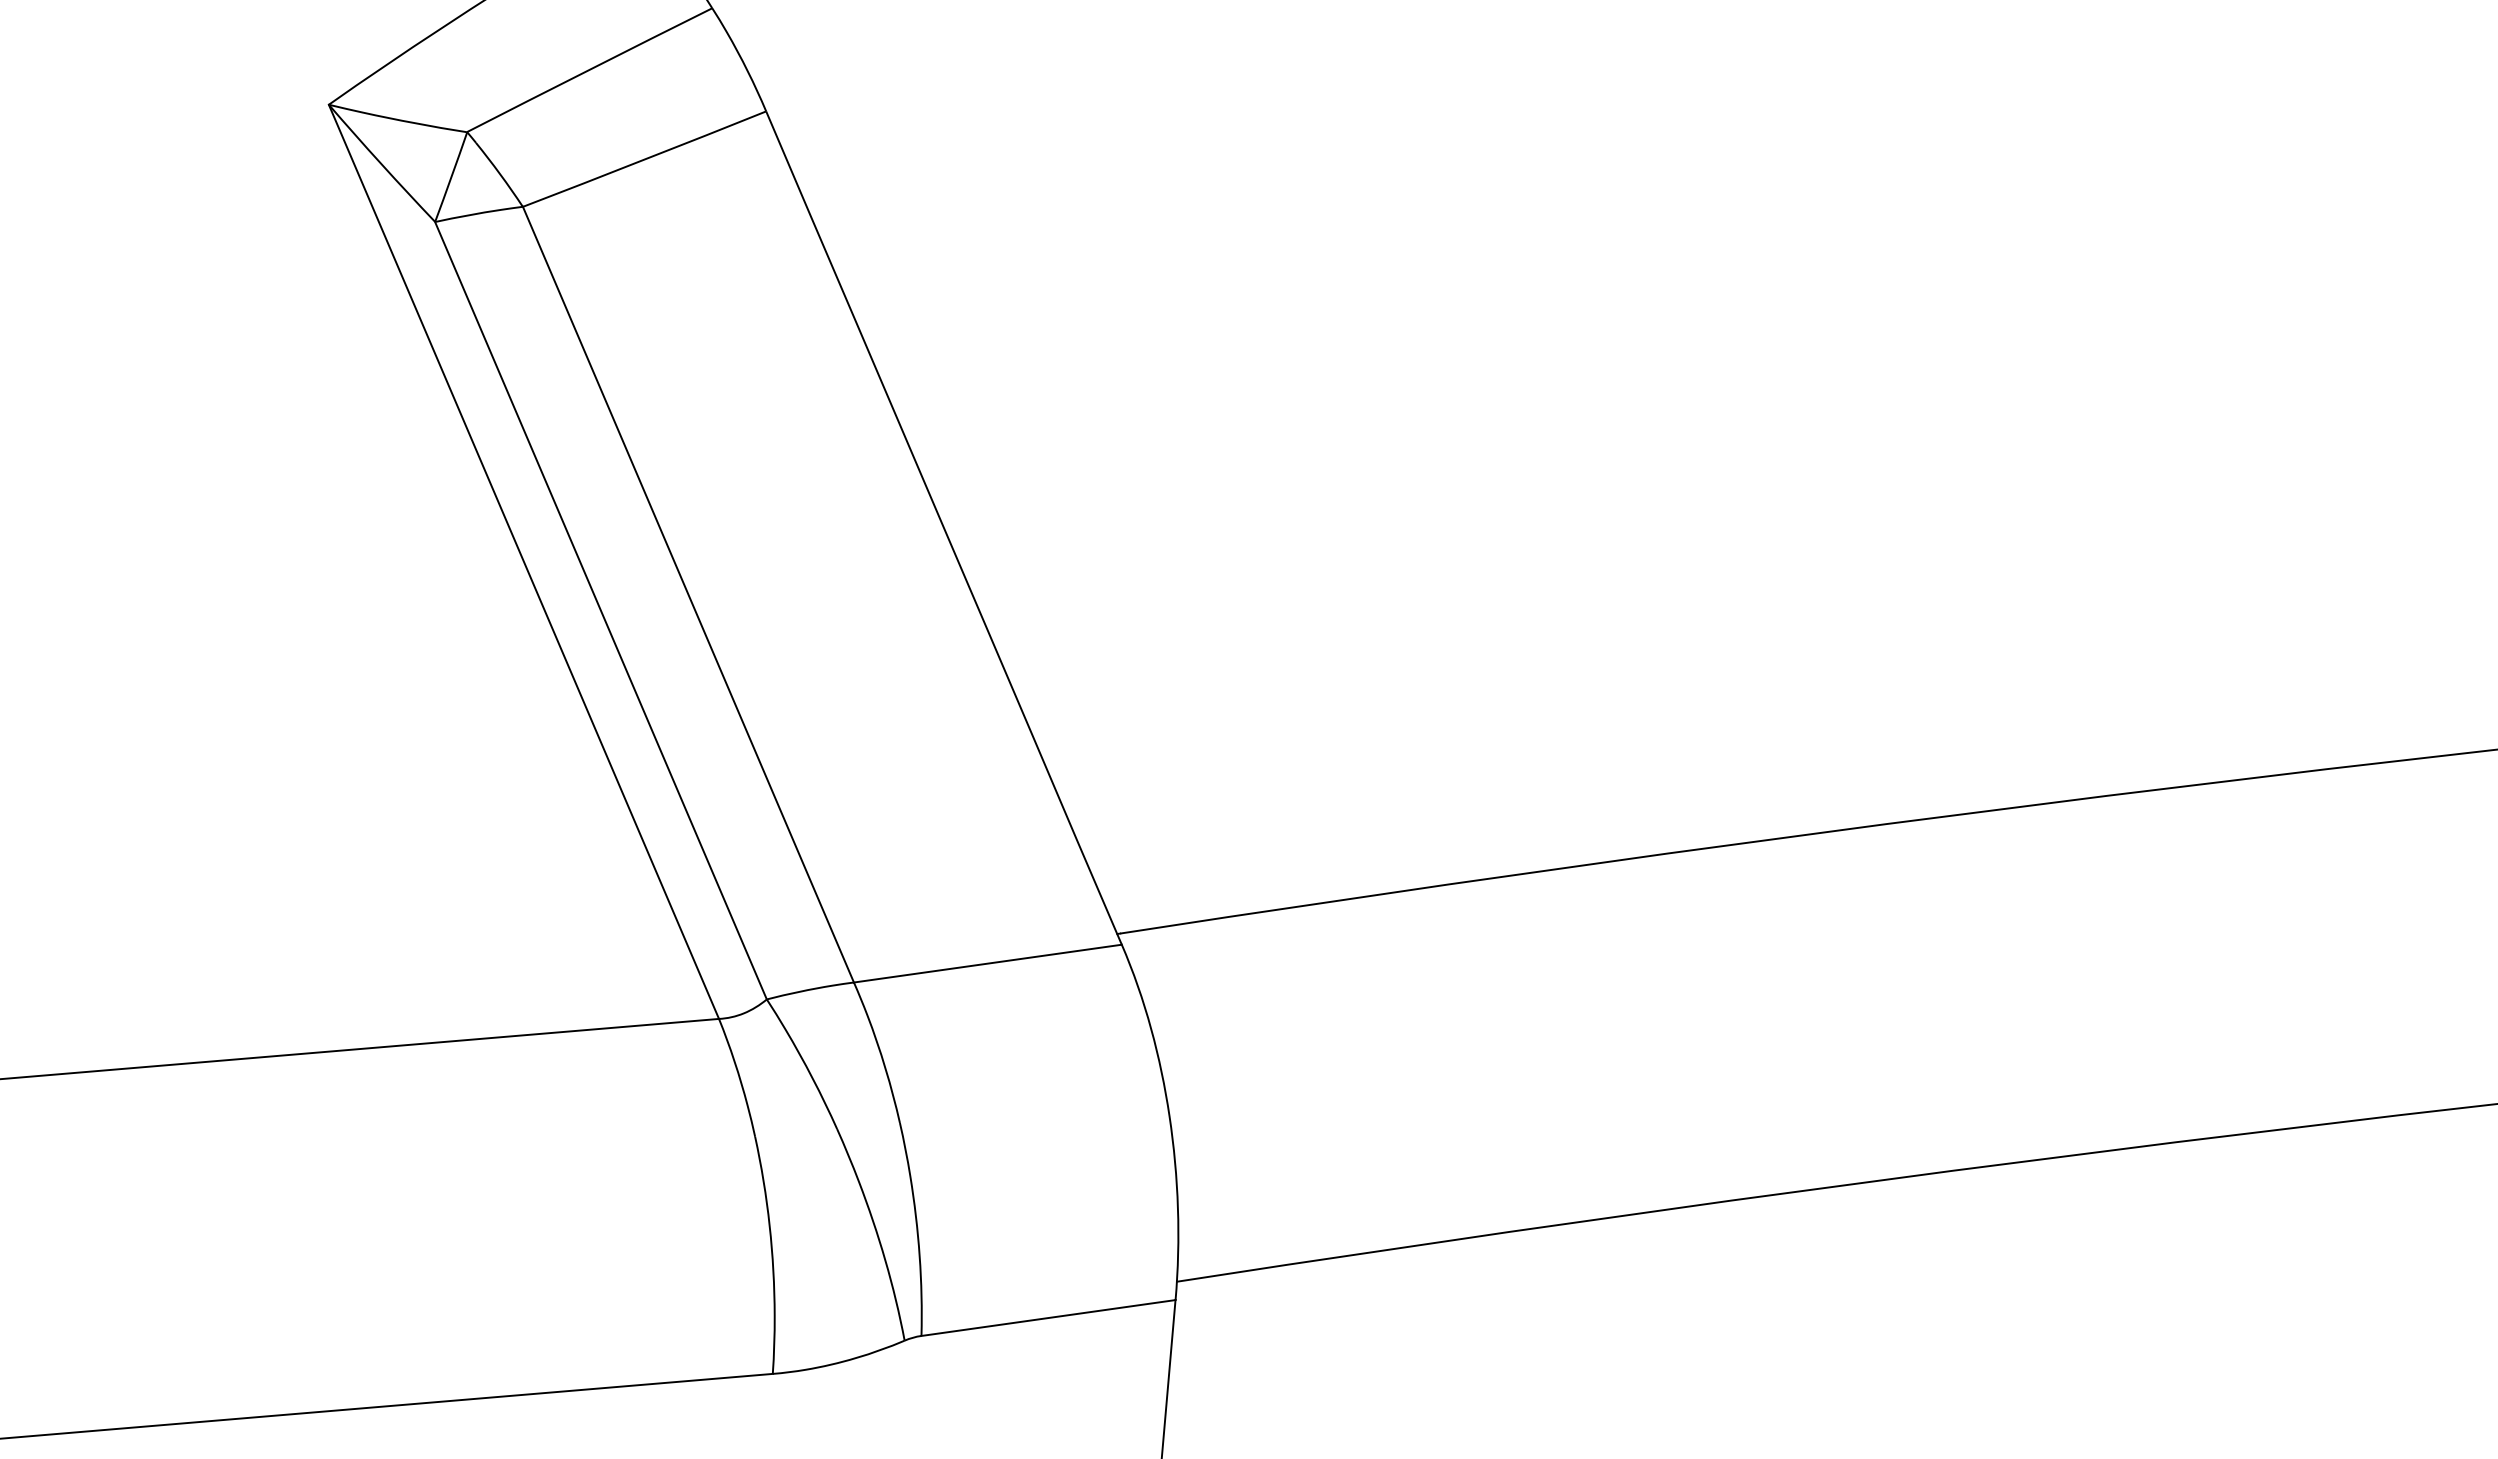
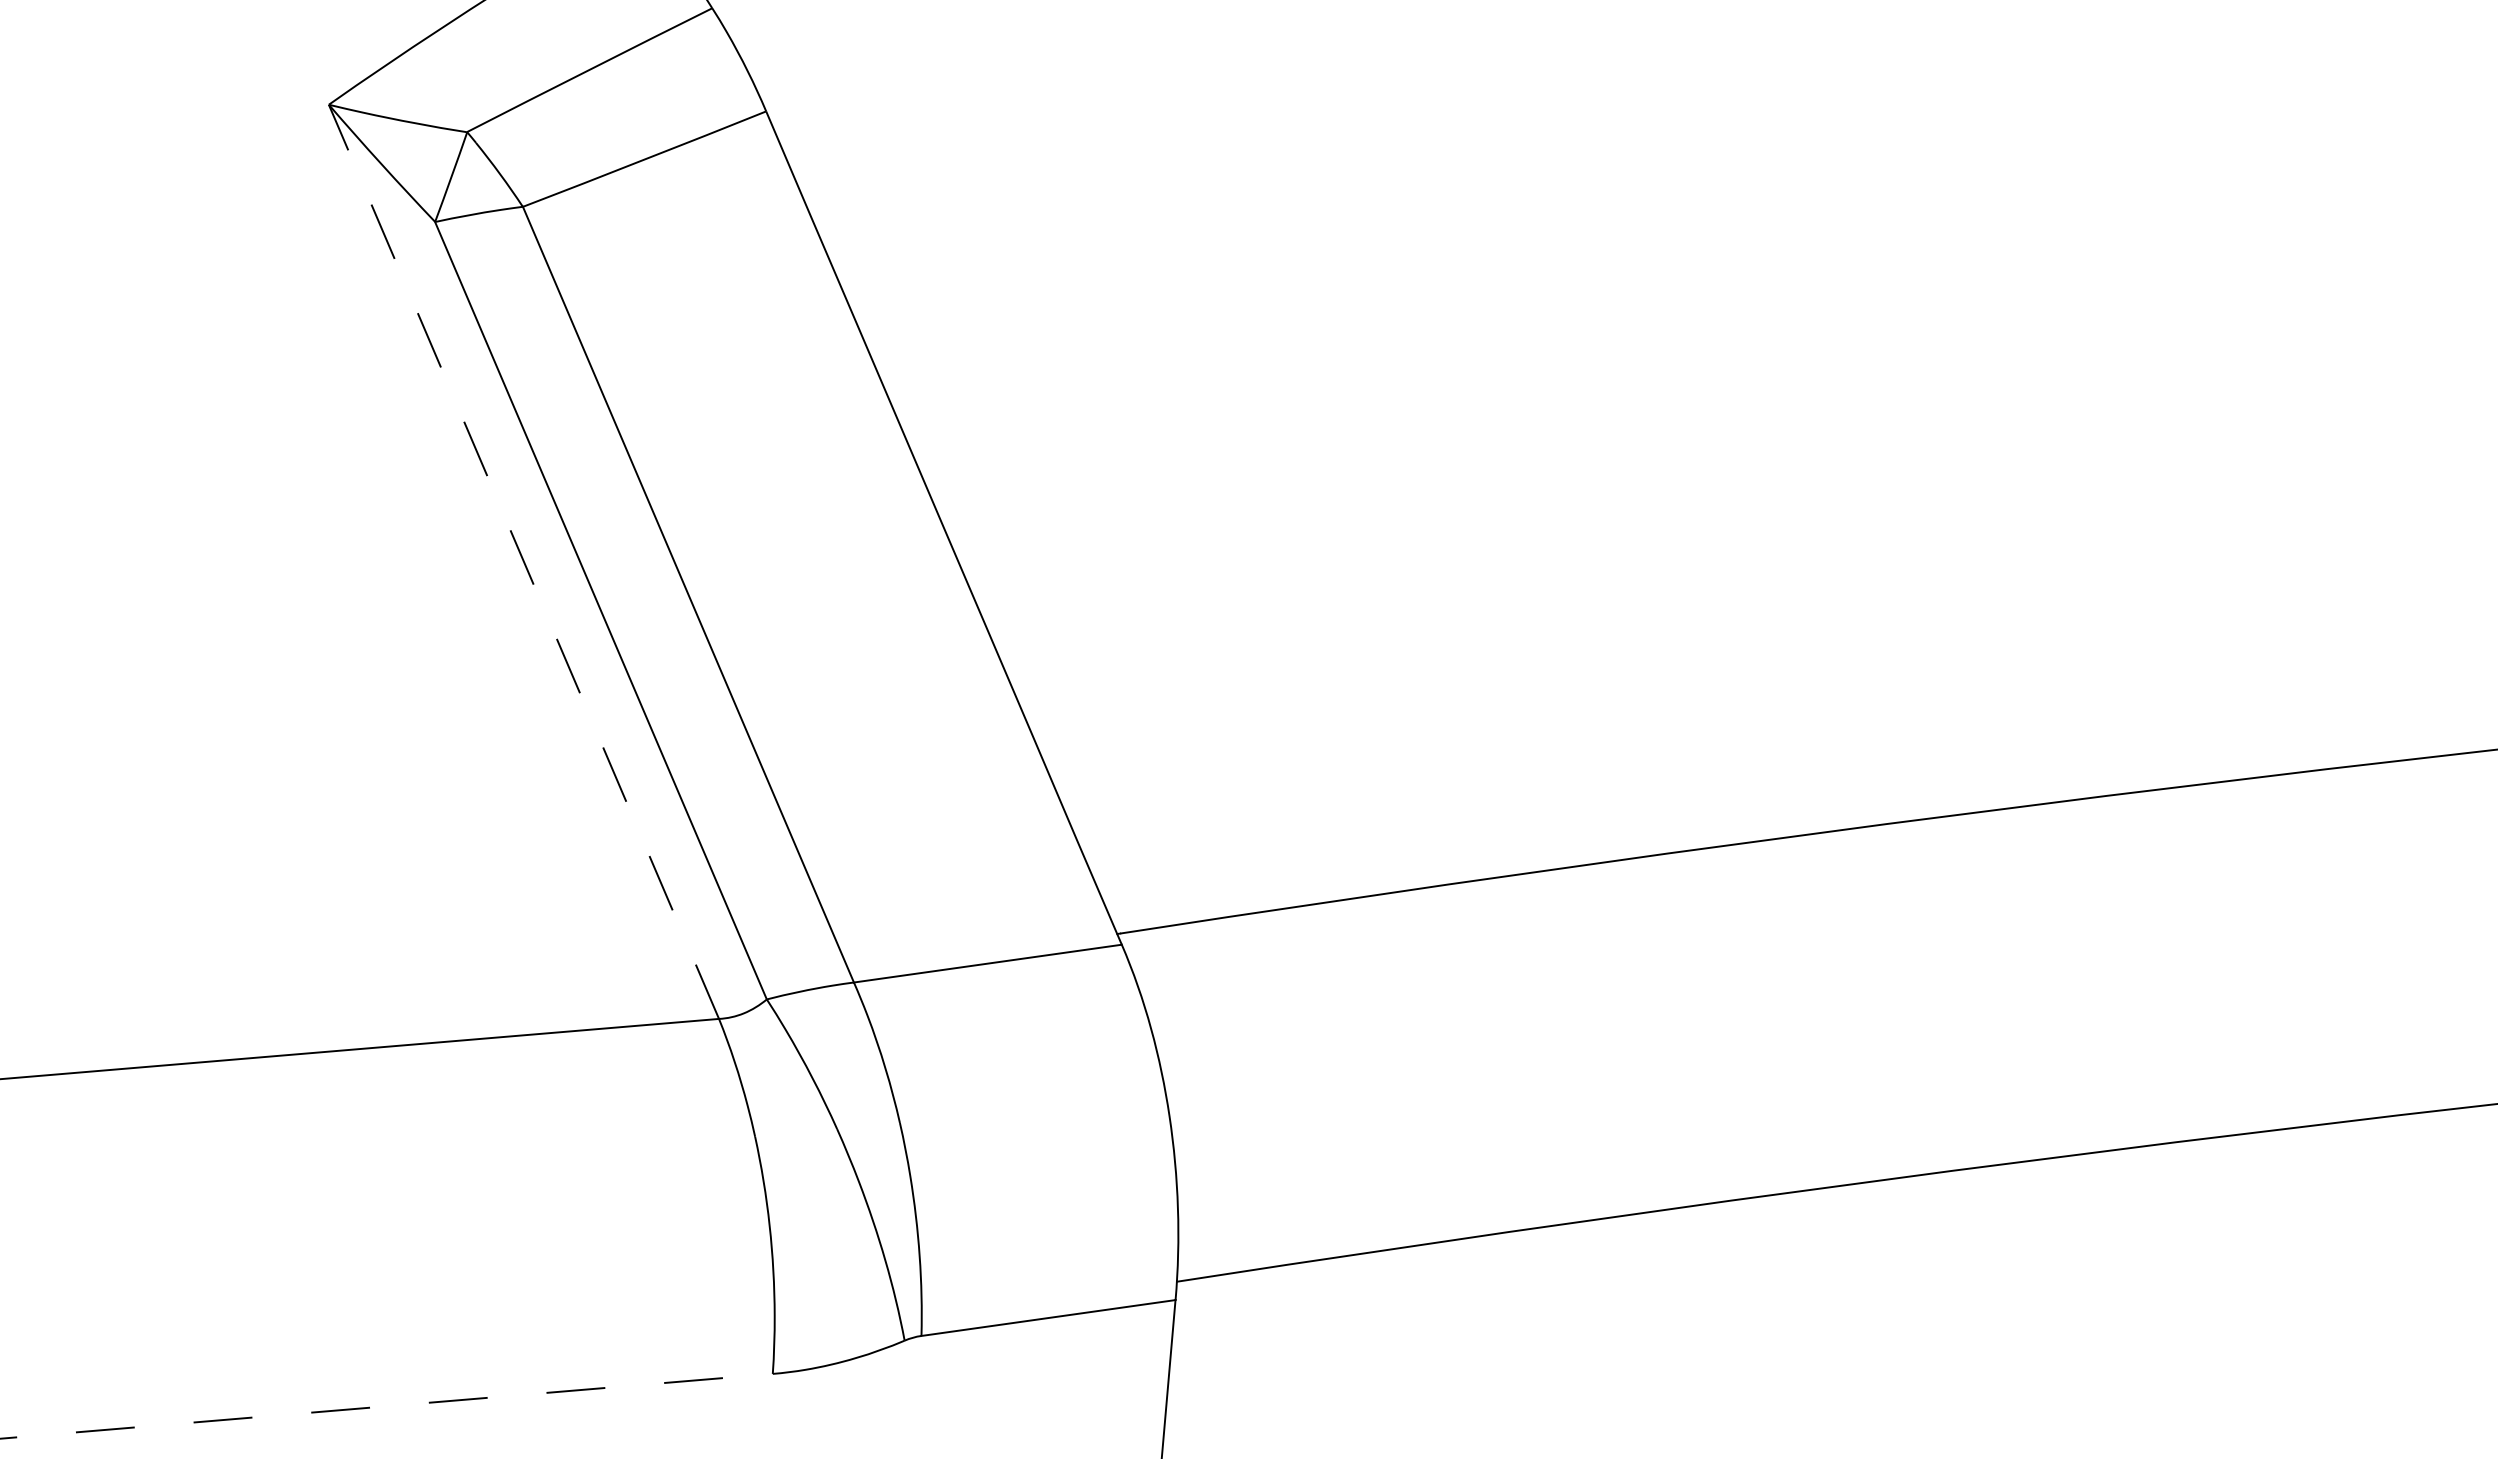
line at (523, 561): solid -> dashed
line at (386, 1406): solid -> dashed
